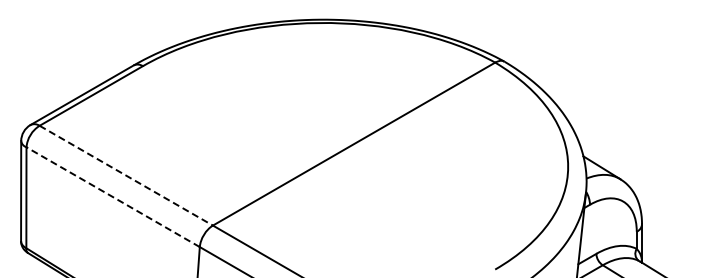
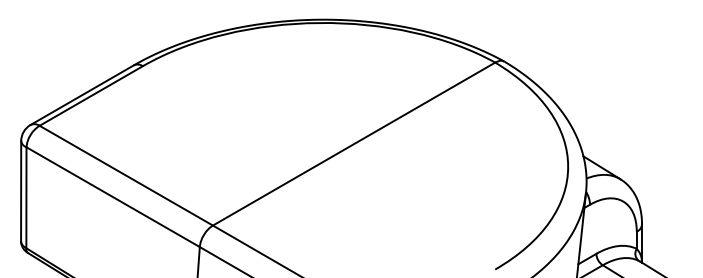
line at (126, 175): dashed -> solid
line at (113, 197): dashed -> solid
